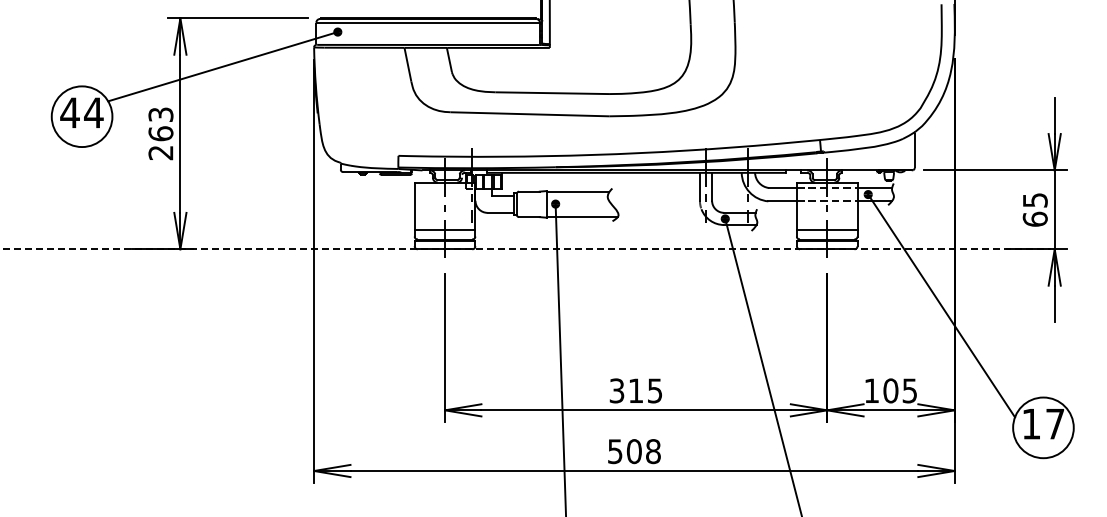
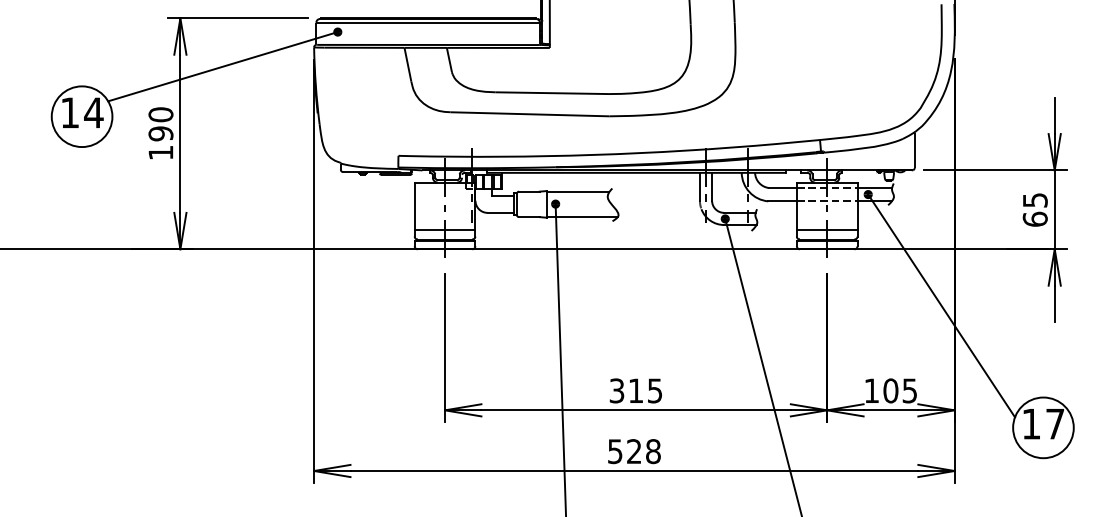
text at (69, 112): 44 -> 14
text at (160, 133): 263 -> 190
line at (525, 249): dashed -> solid
text at (633, 451): 508 -> 528
